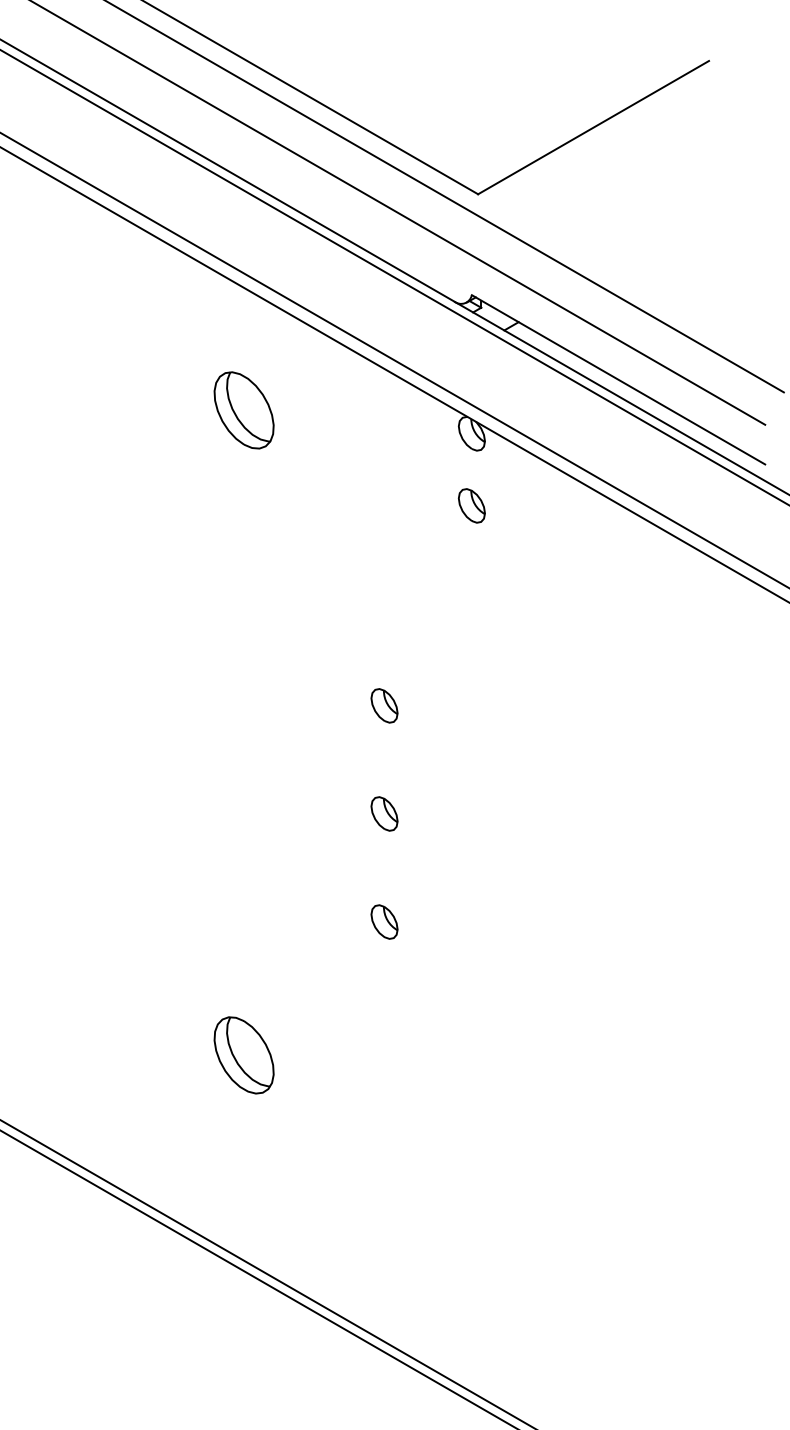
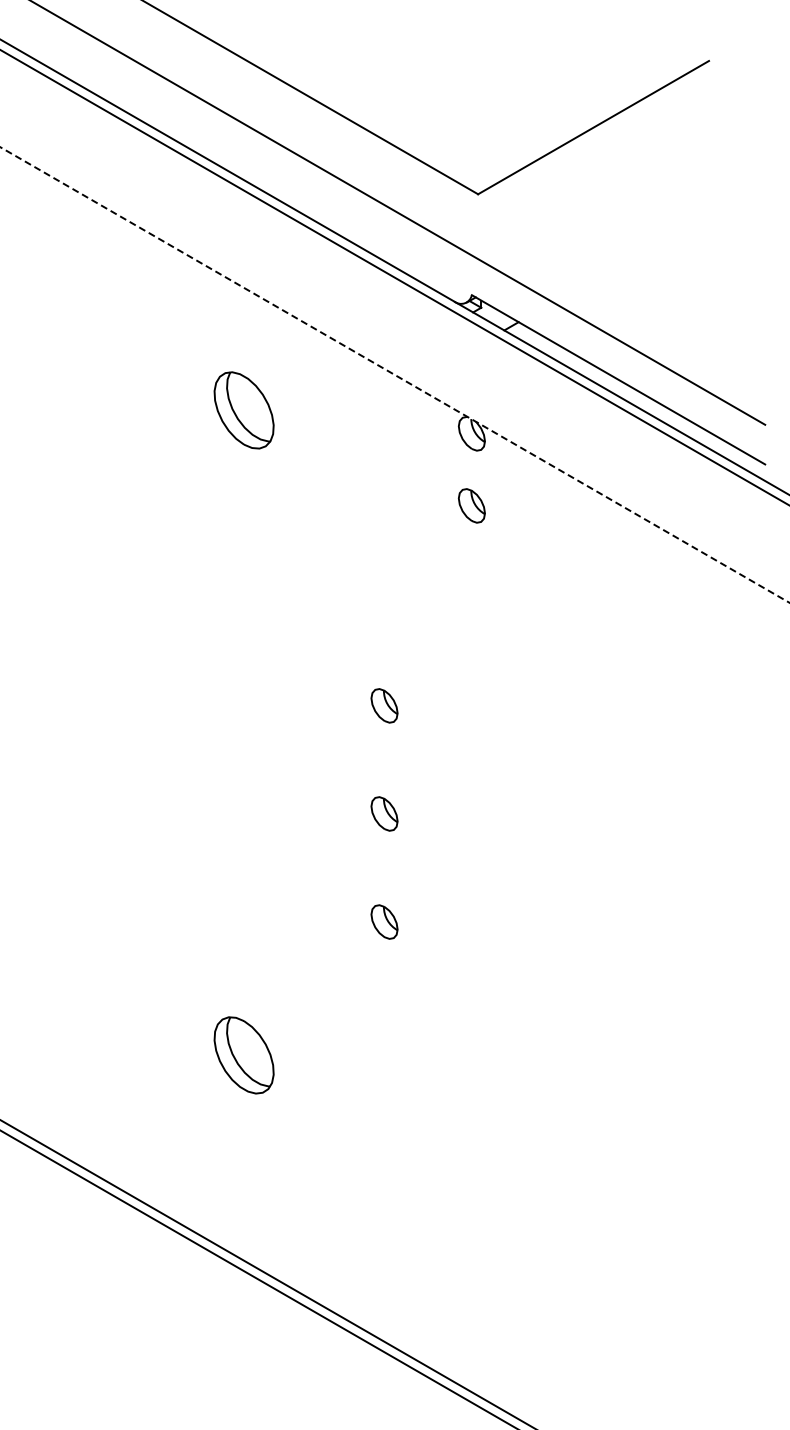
line at (445, 197): present -> none
line at (394, 359): present -> none
line at (394, 374): solid -> dashed
